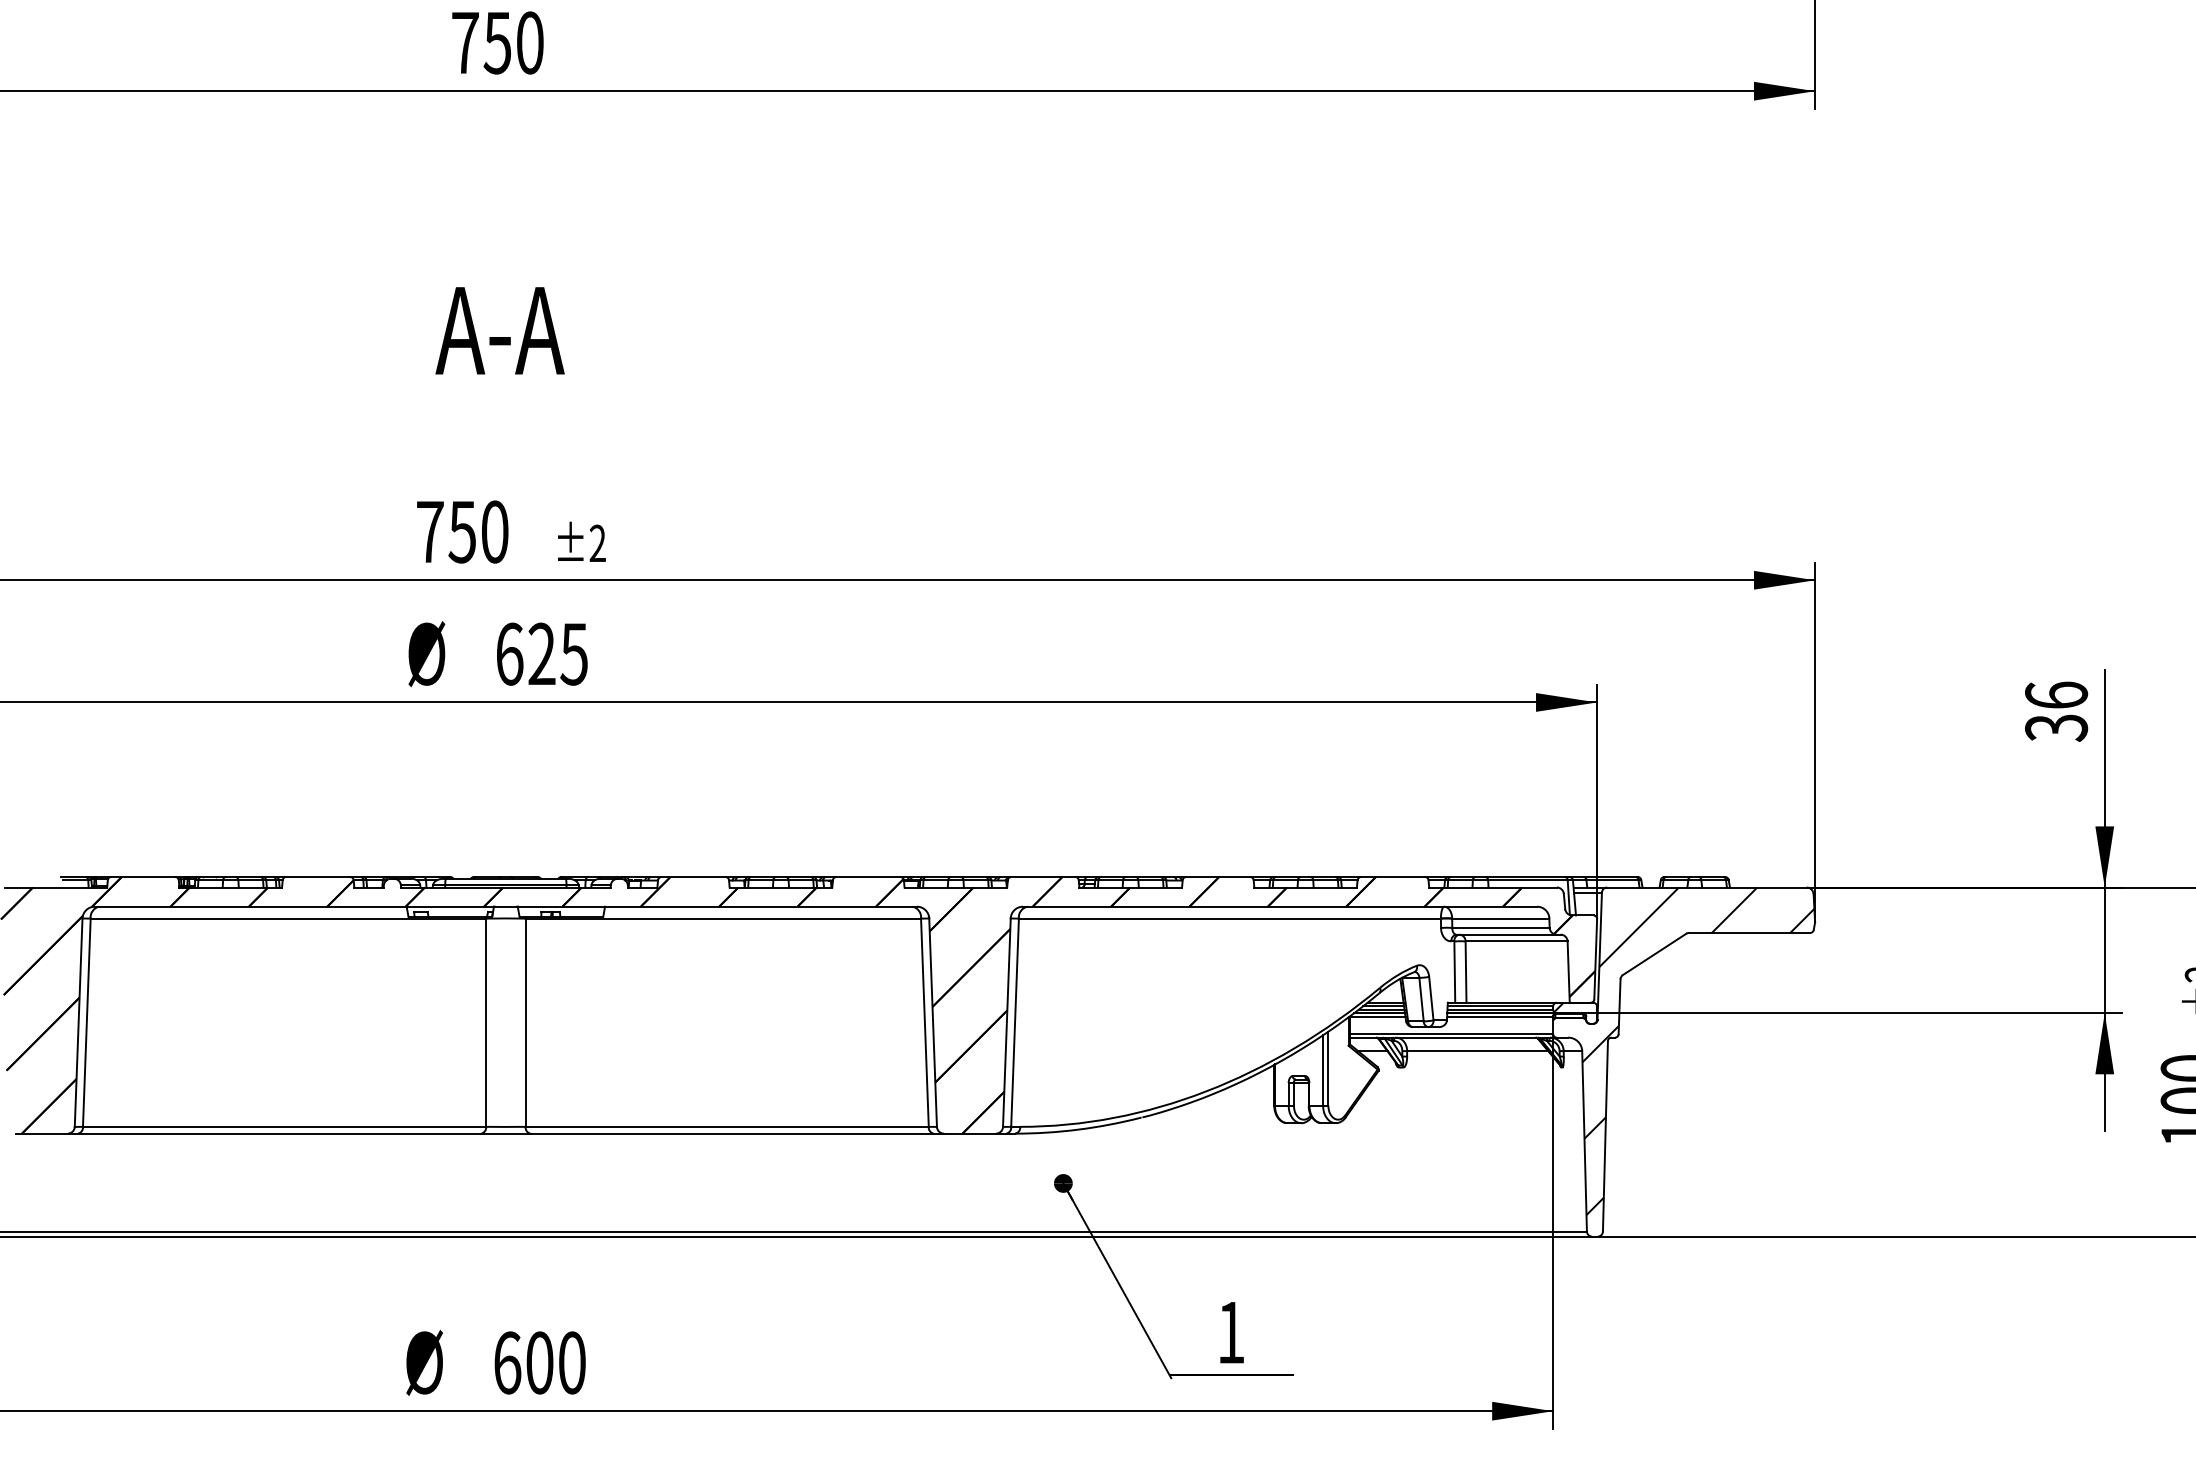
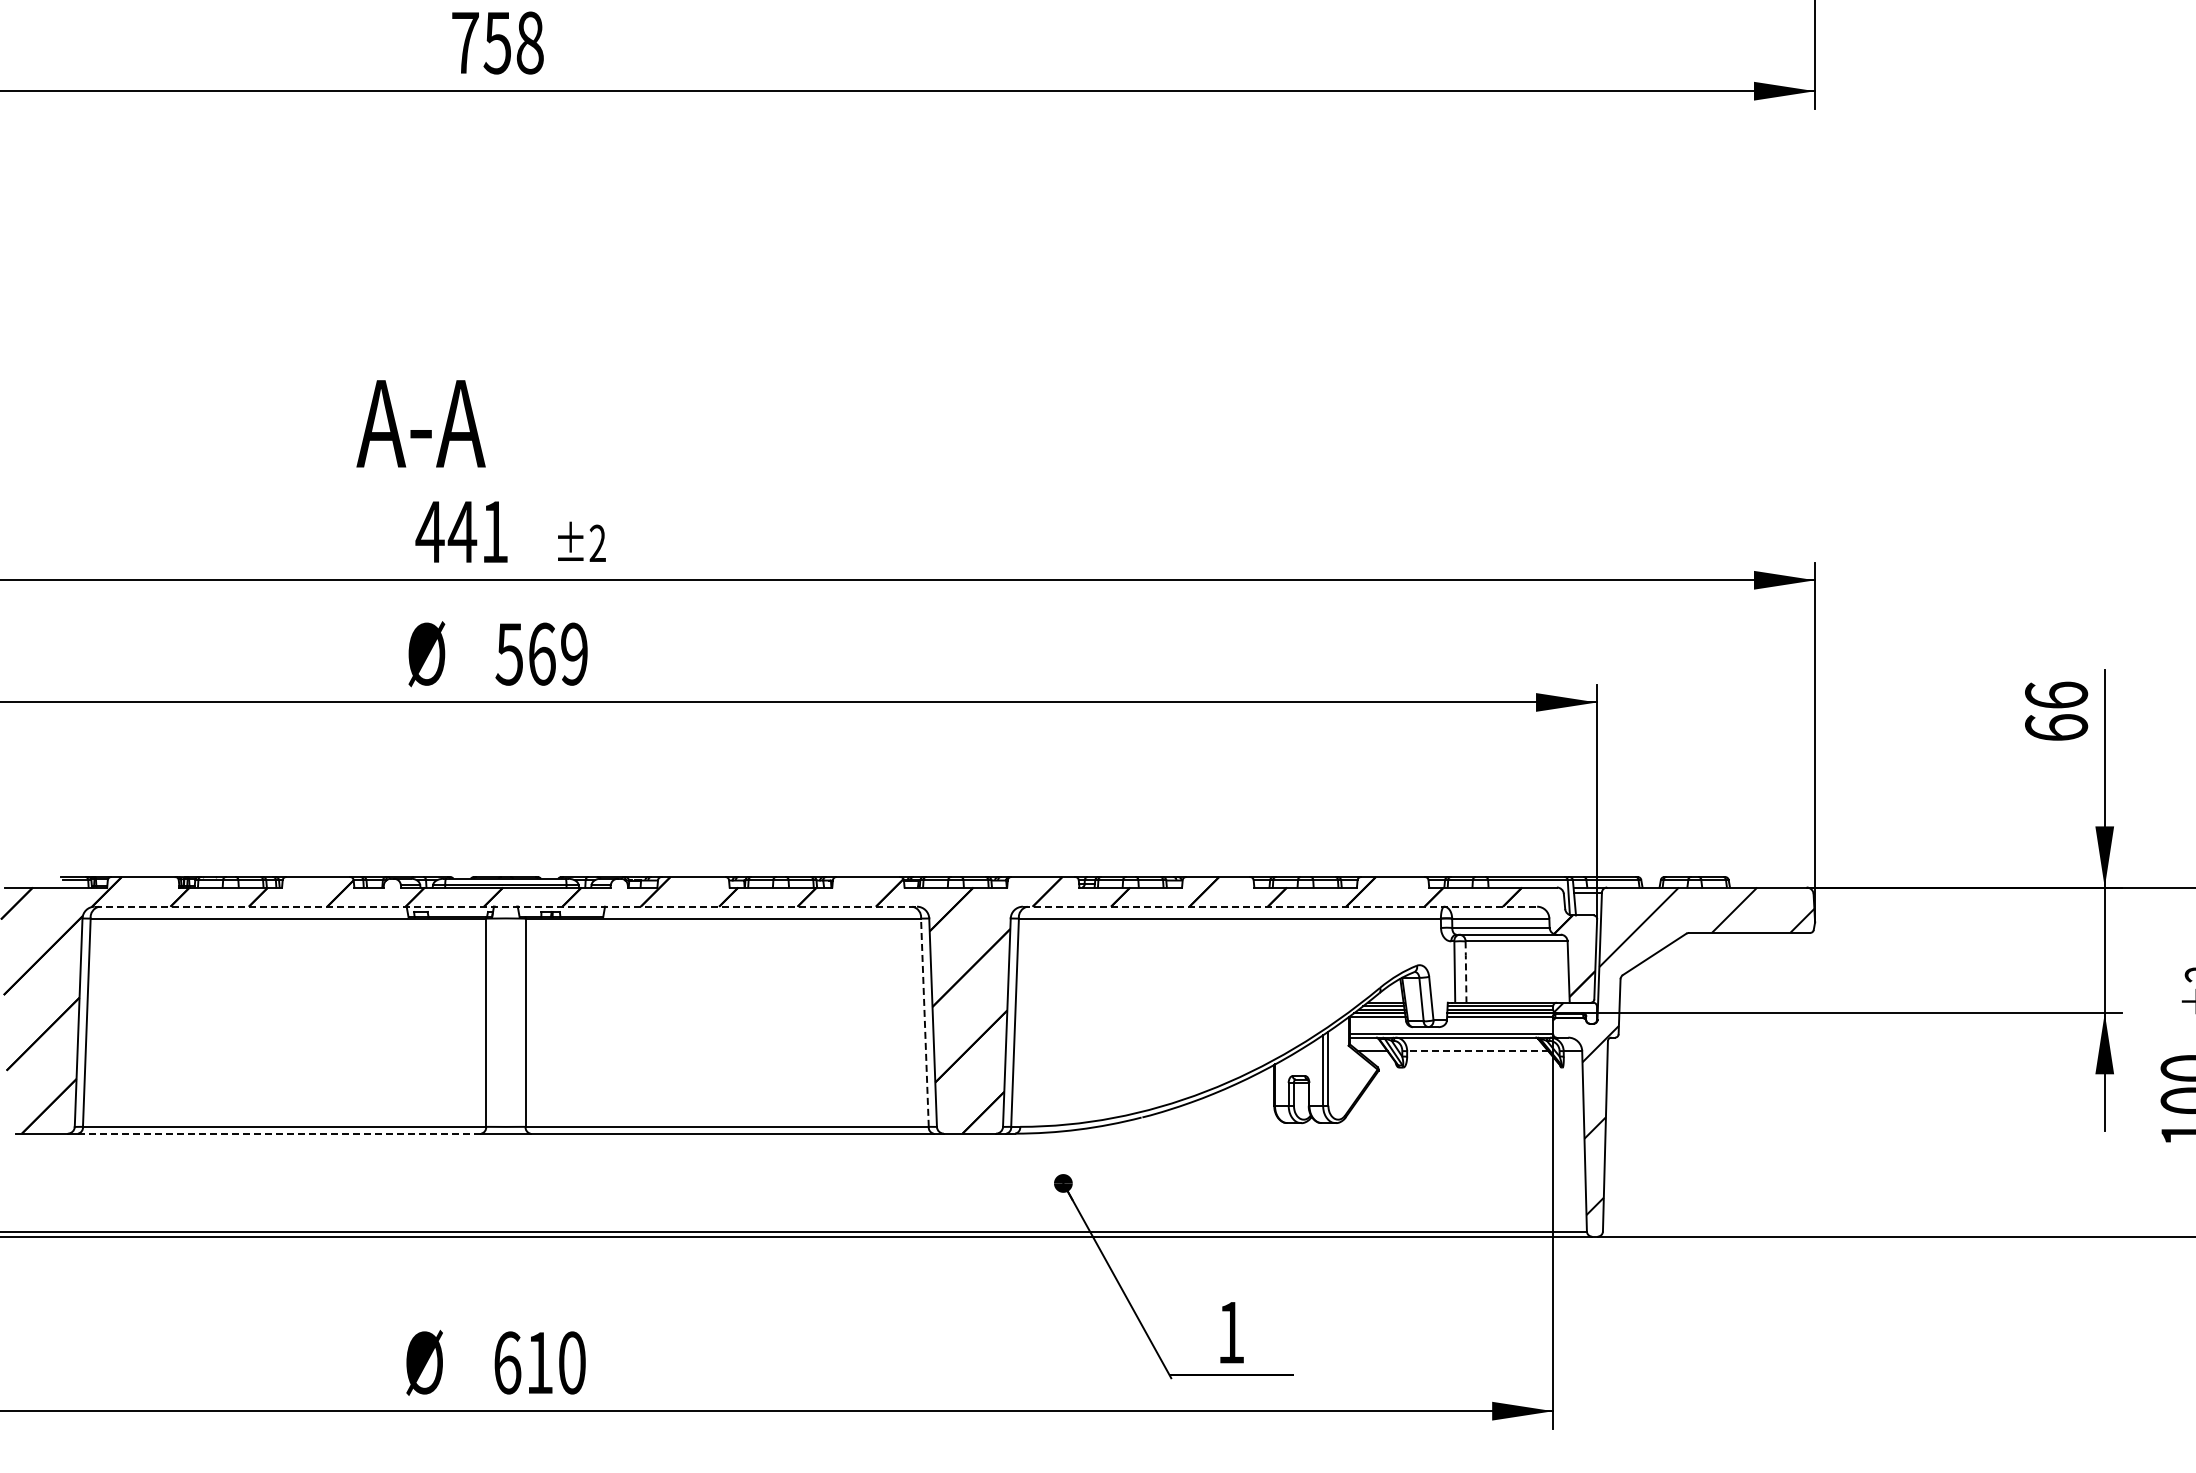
text at (529, 42): 750 -> 758
text at (499, 330) position: (499, 330) -> (420, 423)
text at (461, 531): 750 -> 441
text at (541, 653): 625 -> 569
text at (2056, 728): 36 -> 66
line at (506, 906): solid -> dashed
line at (1280, 906): solid -> dashed
line at (1466, 972): solid -> dashed
line at (924, 1022): solid -> dashed
line at (1477, 1051): solid -> dashed
line at (279, 1133): solid -> dashed
text at (539, 1362): 600 -> 610
